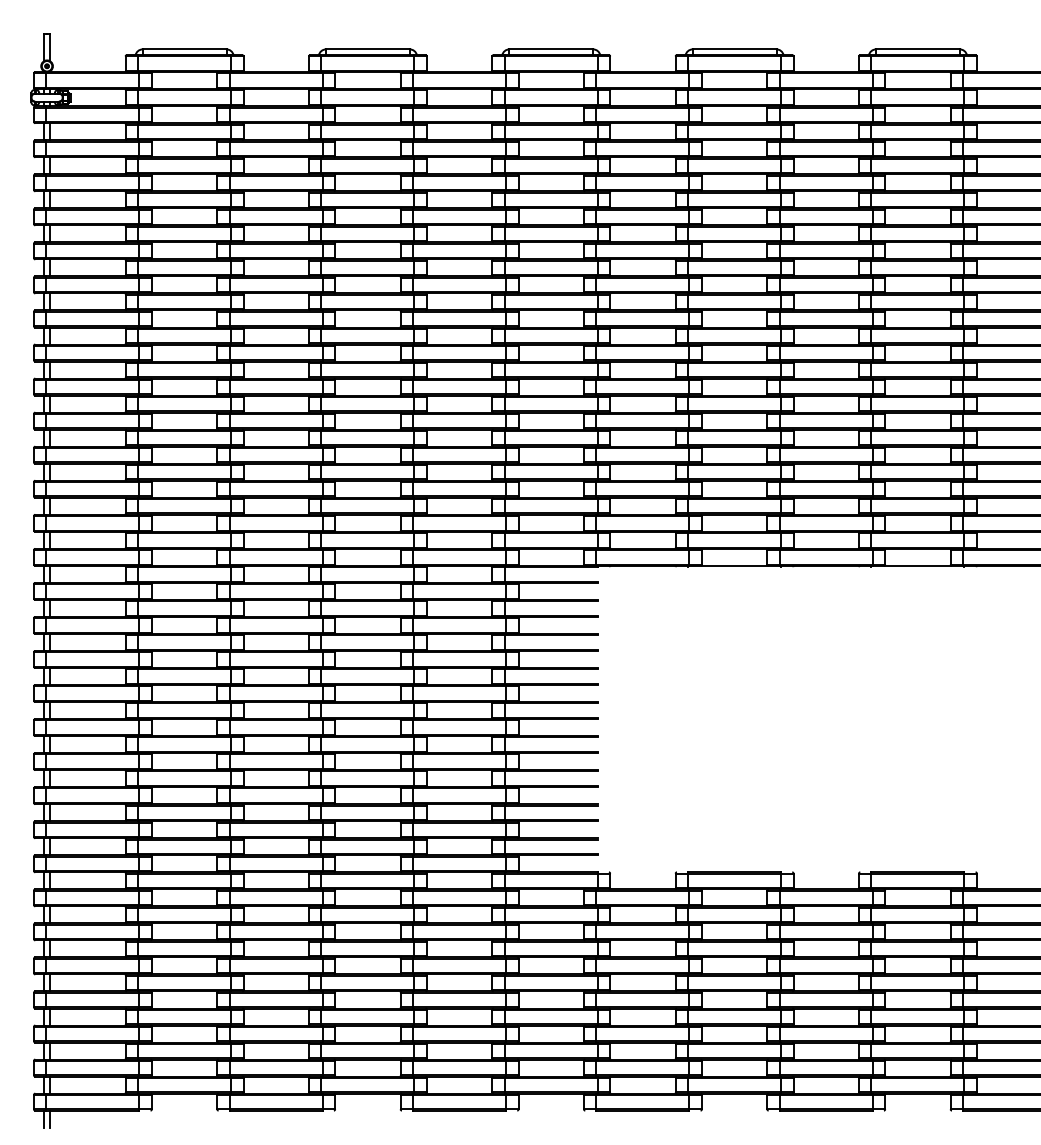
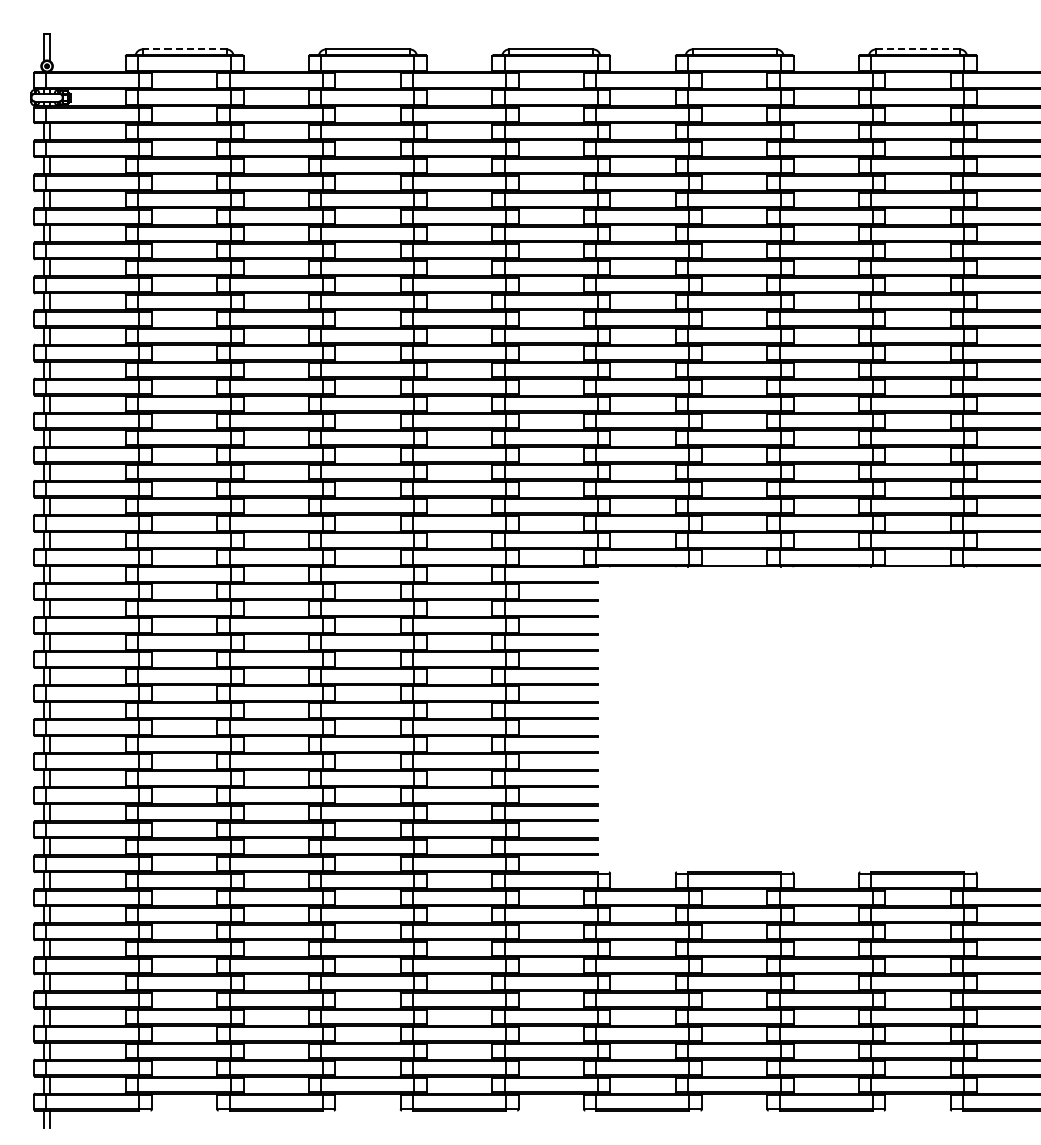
line at (184, 49): solid -> dashed
line at (917, 49): solid -> dashed
